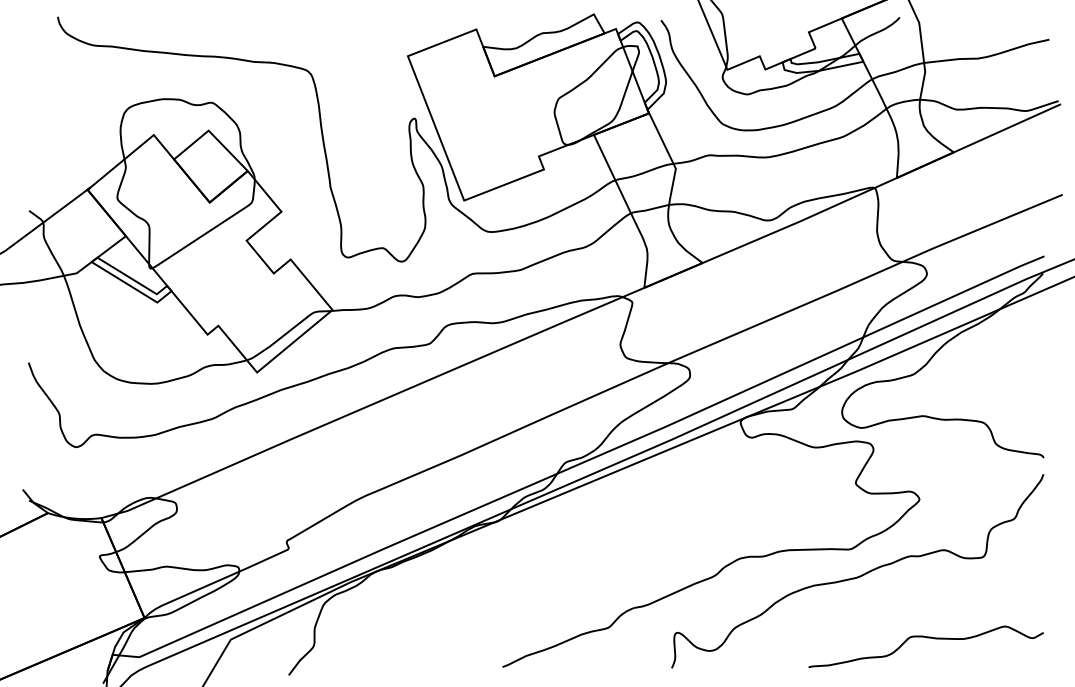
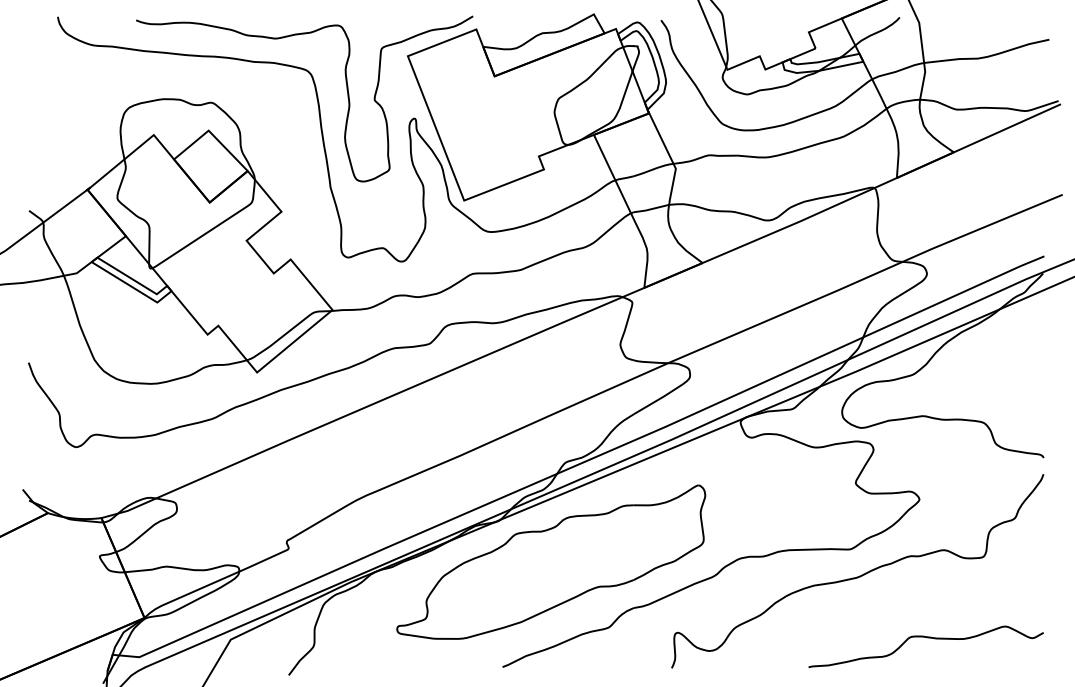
curve at (346, 90): none -> present
part at (551, 561): none -> present
